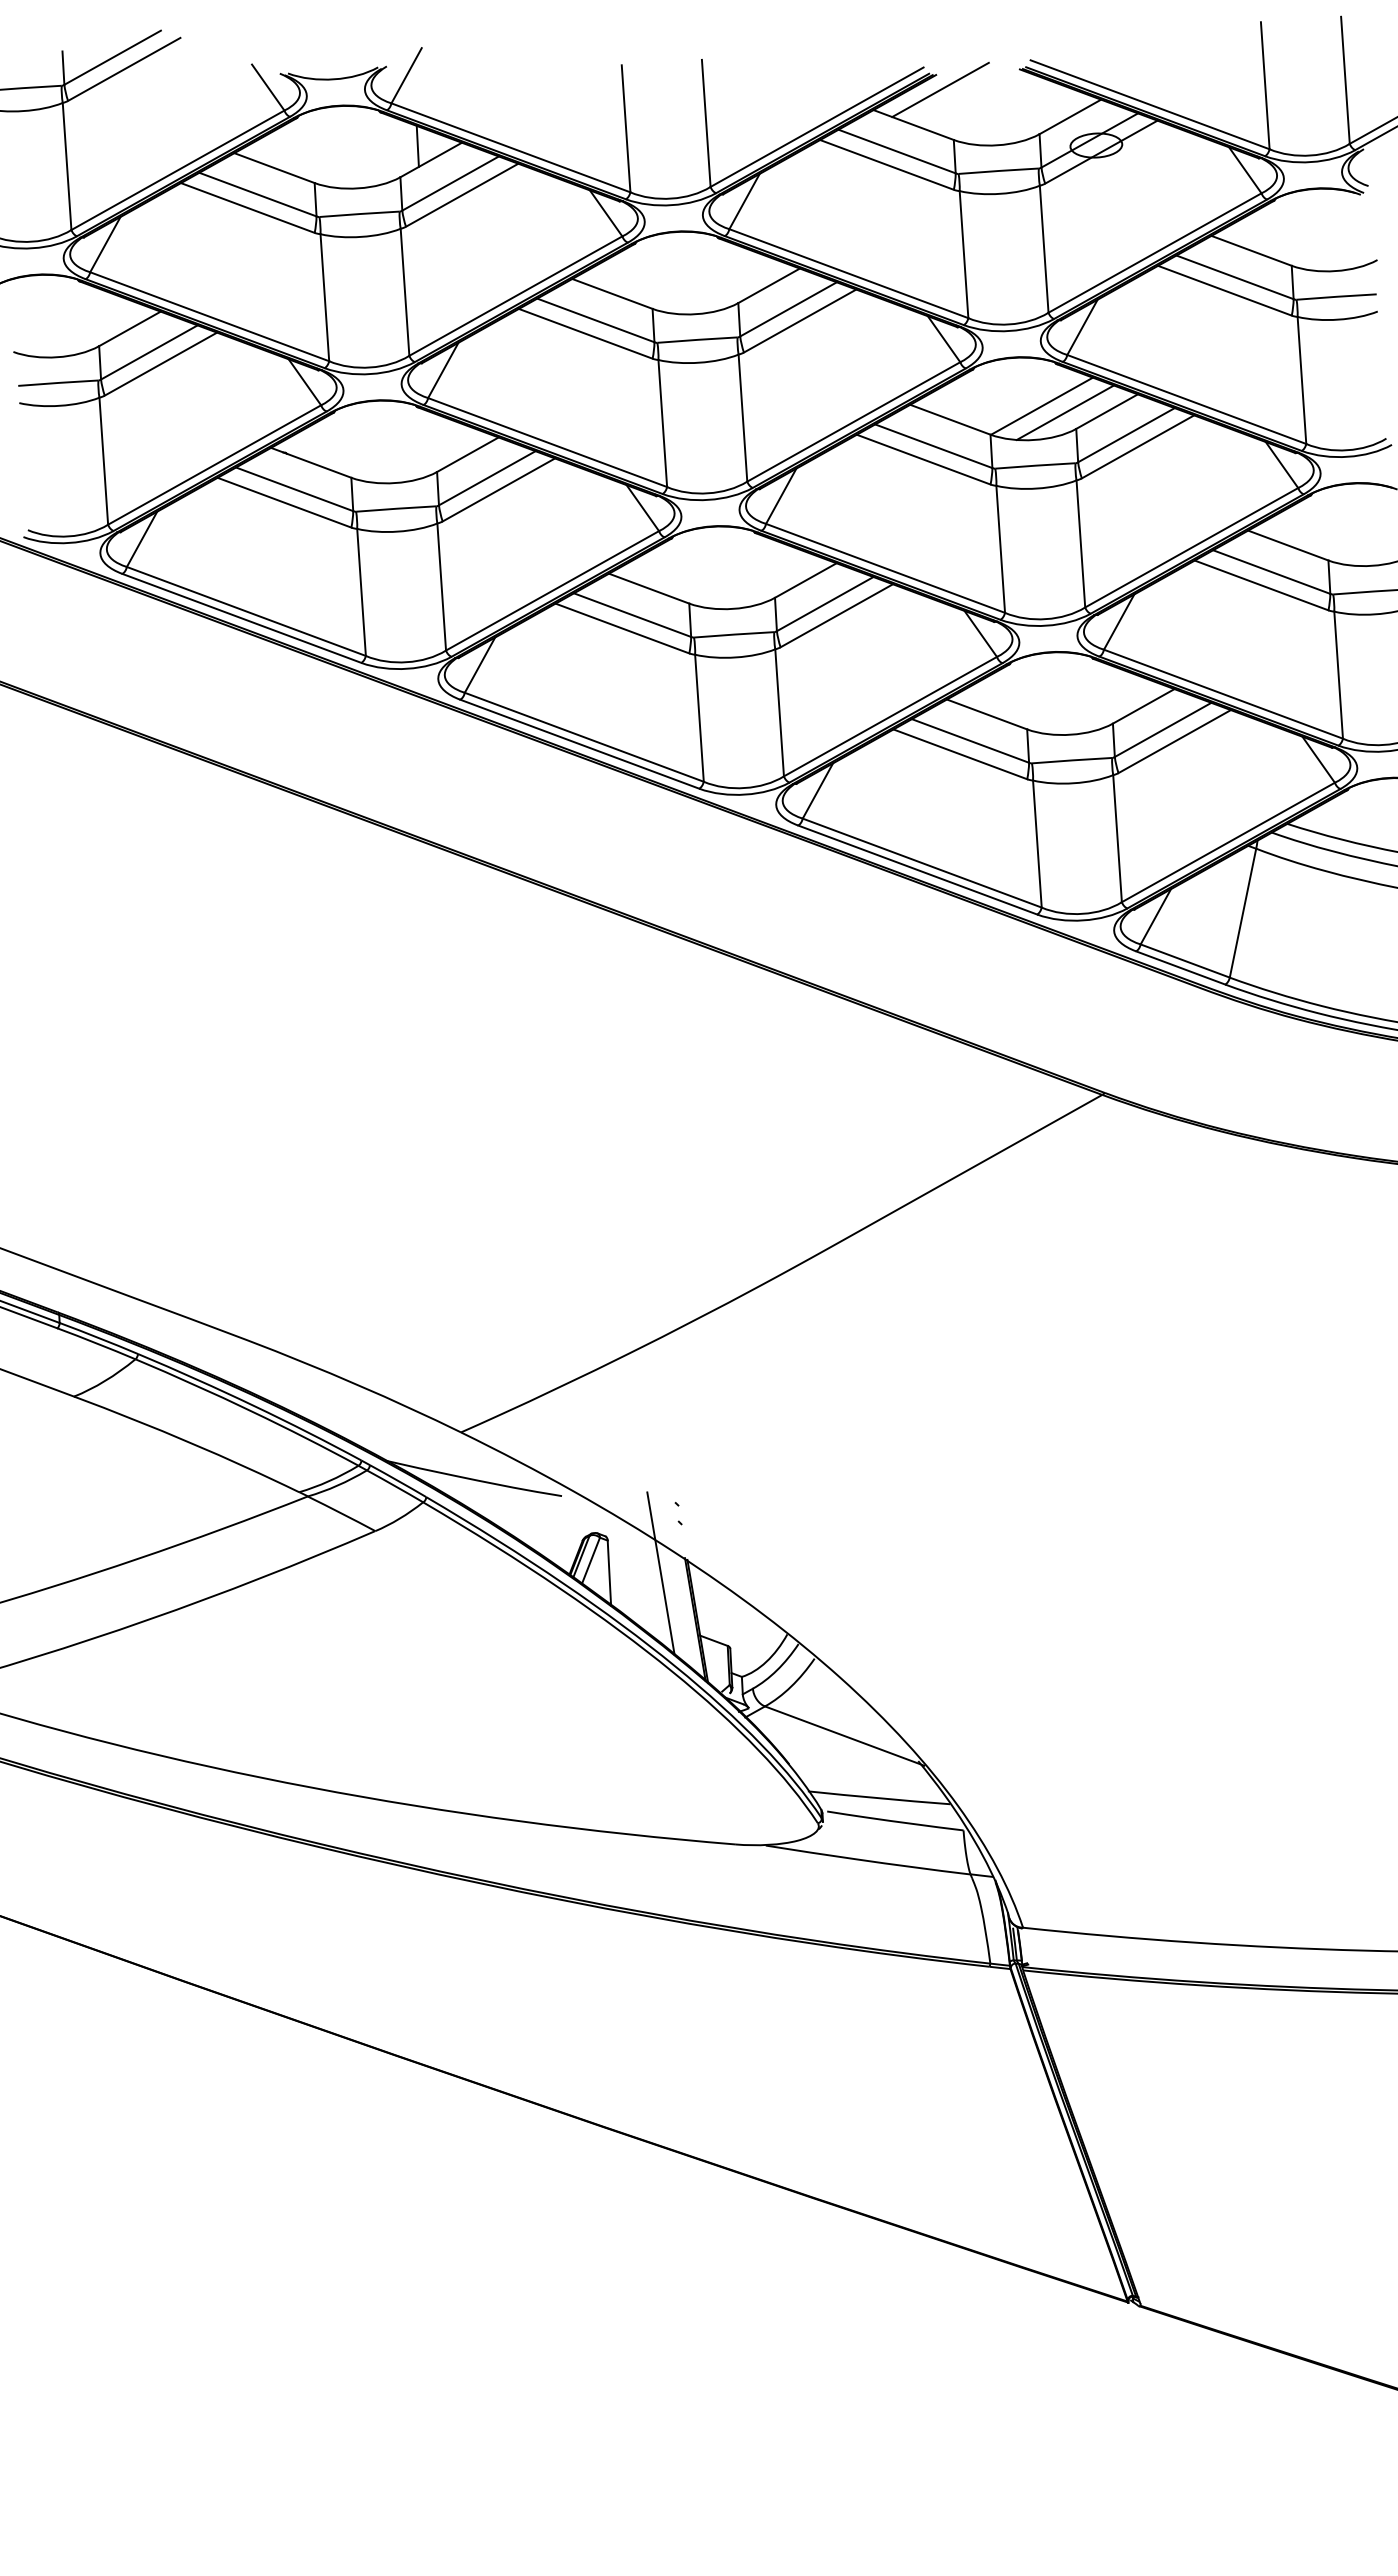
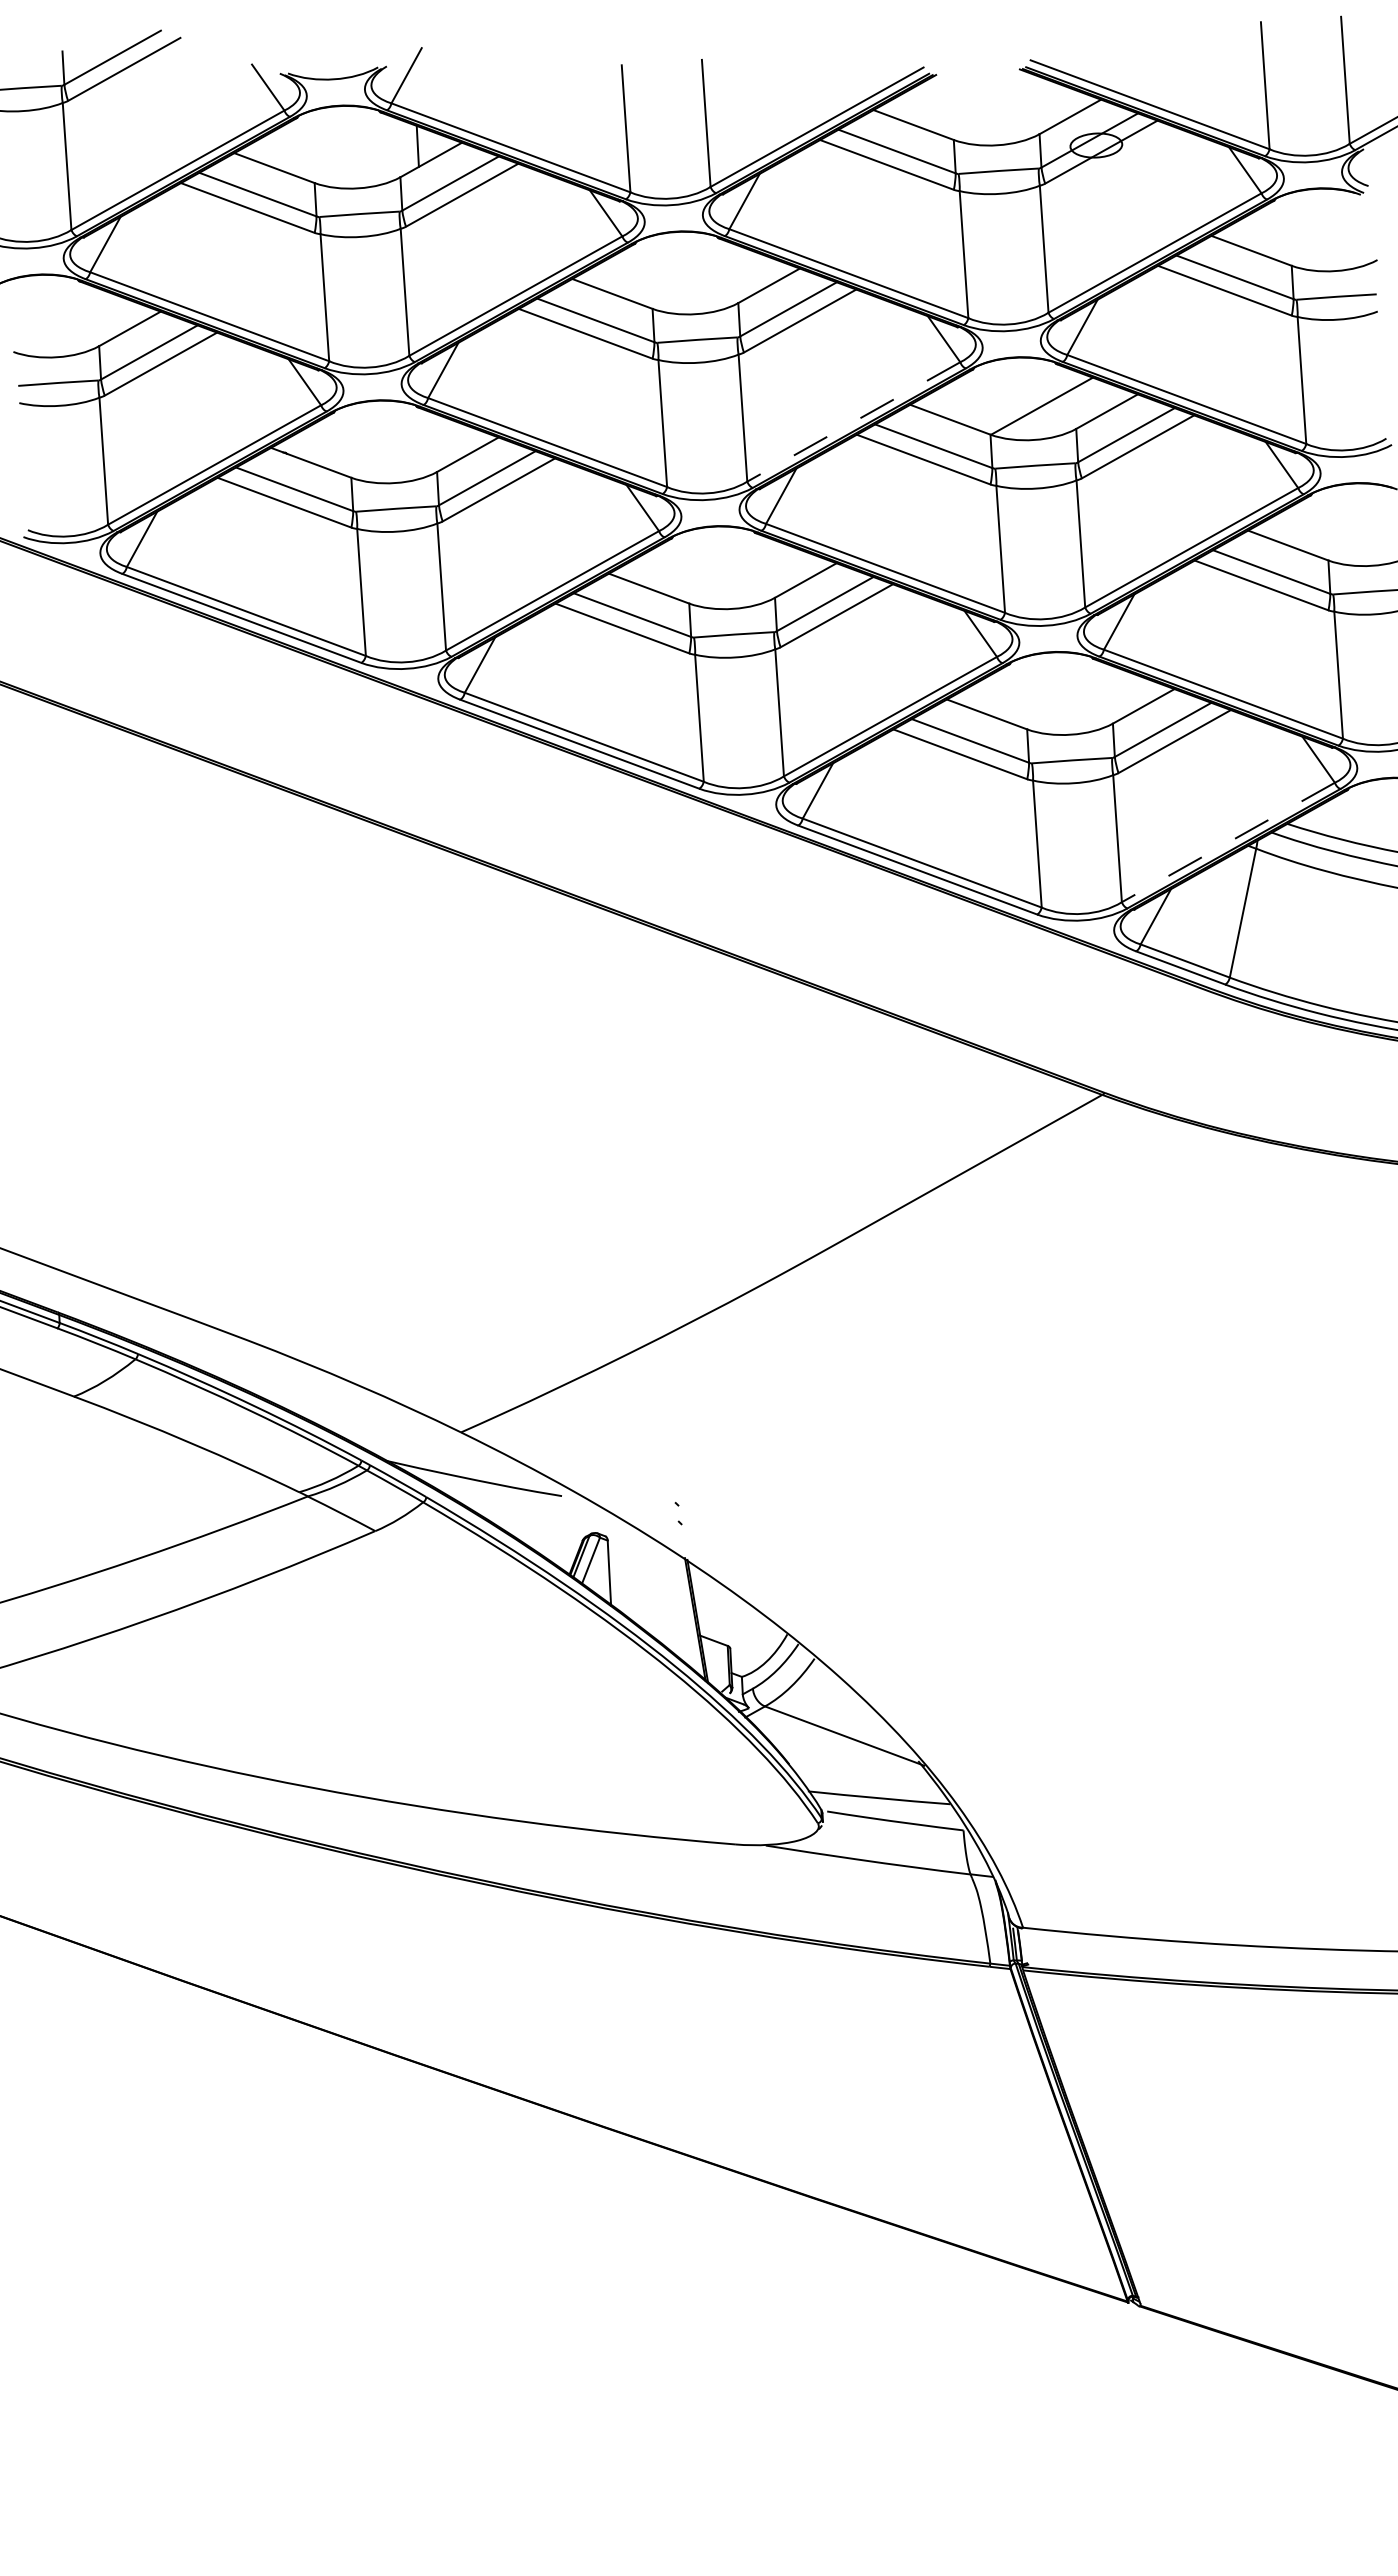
line at (940, 89): present -> none
line at (1064, 412): present -> none
line at (853, 422): solid -> dashed
line at (1227, 842): solid -> dashed
line at (660, 1573): present -> none
